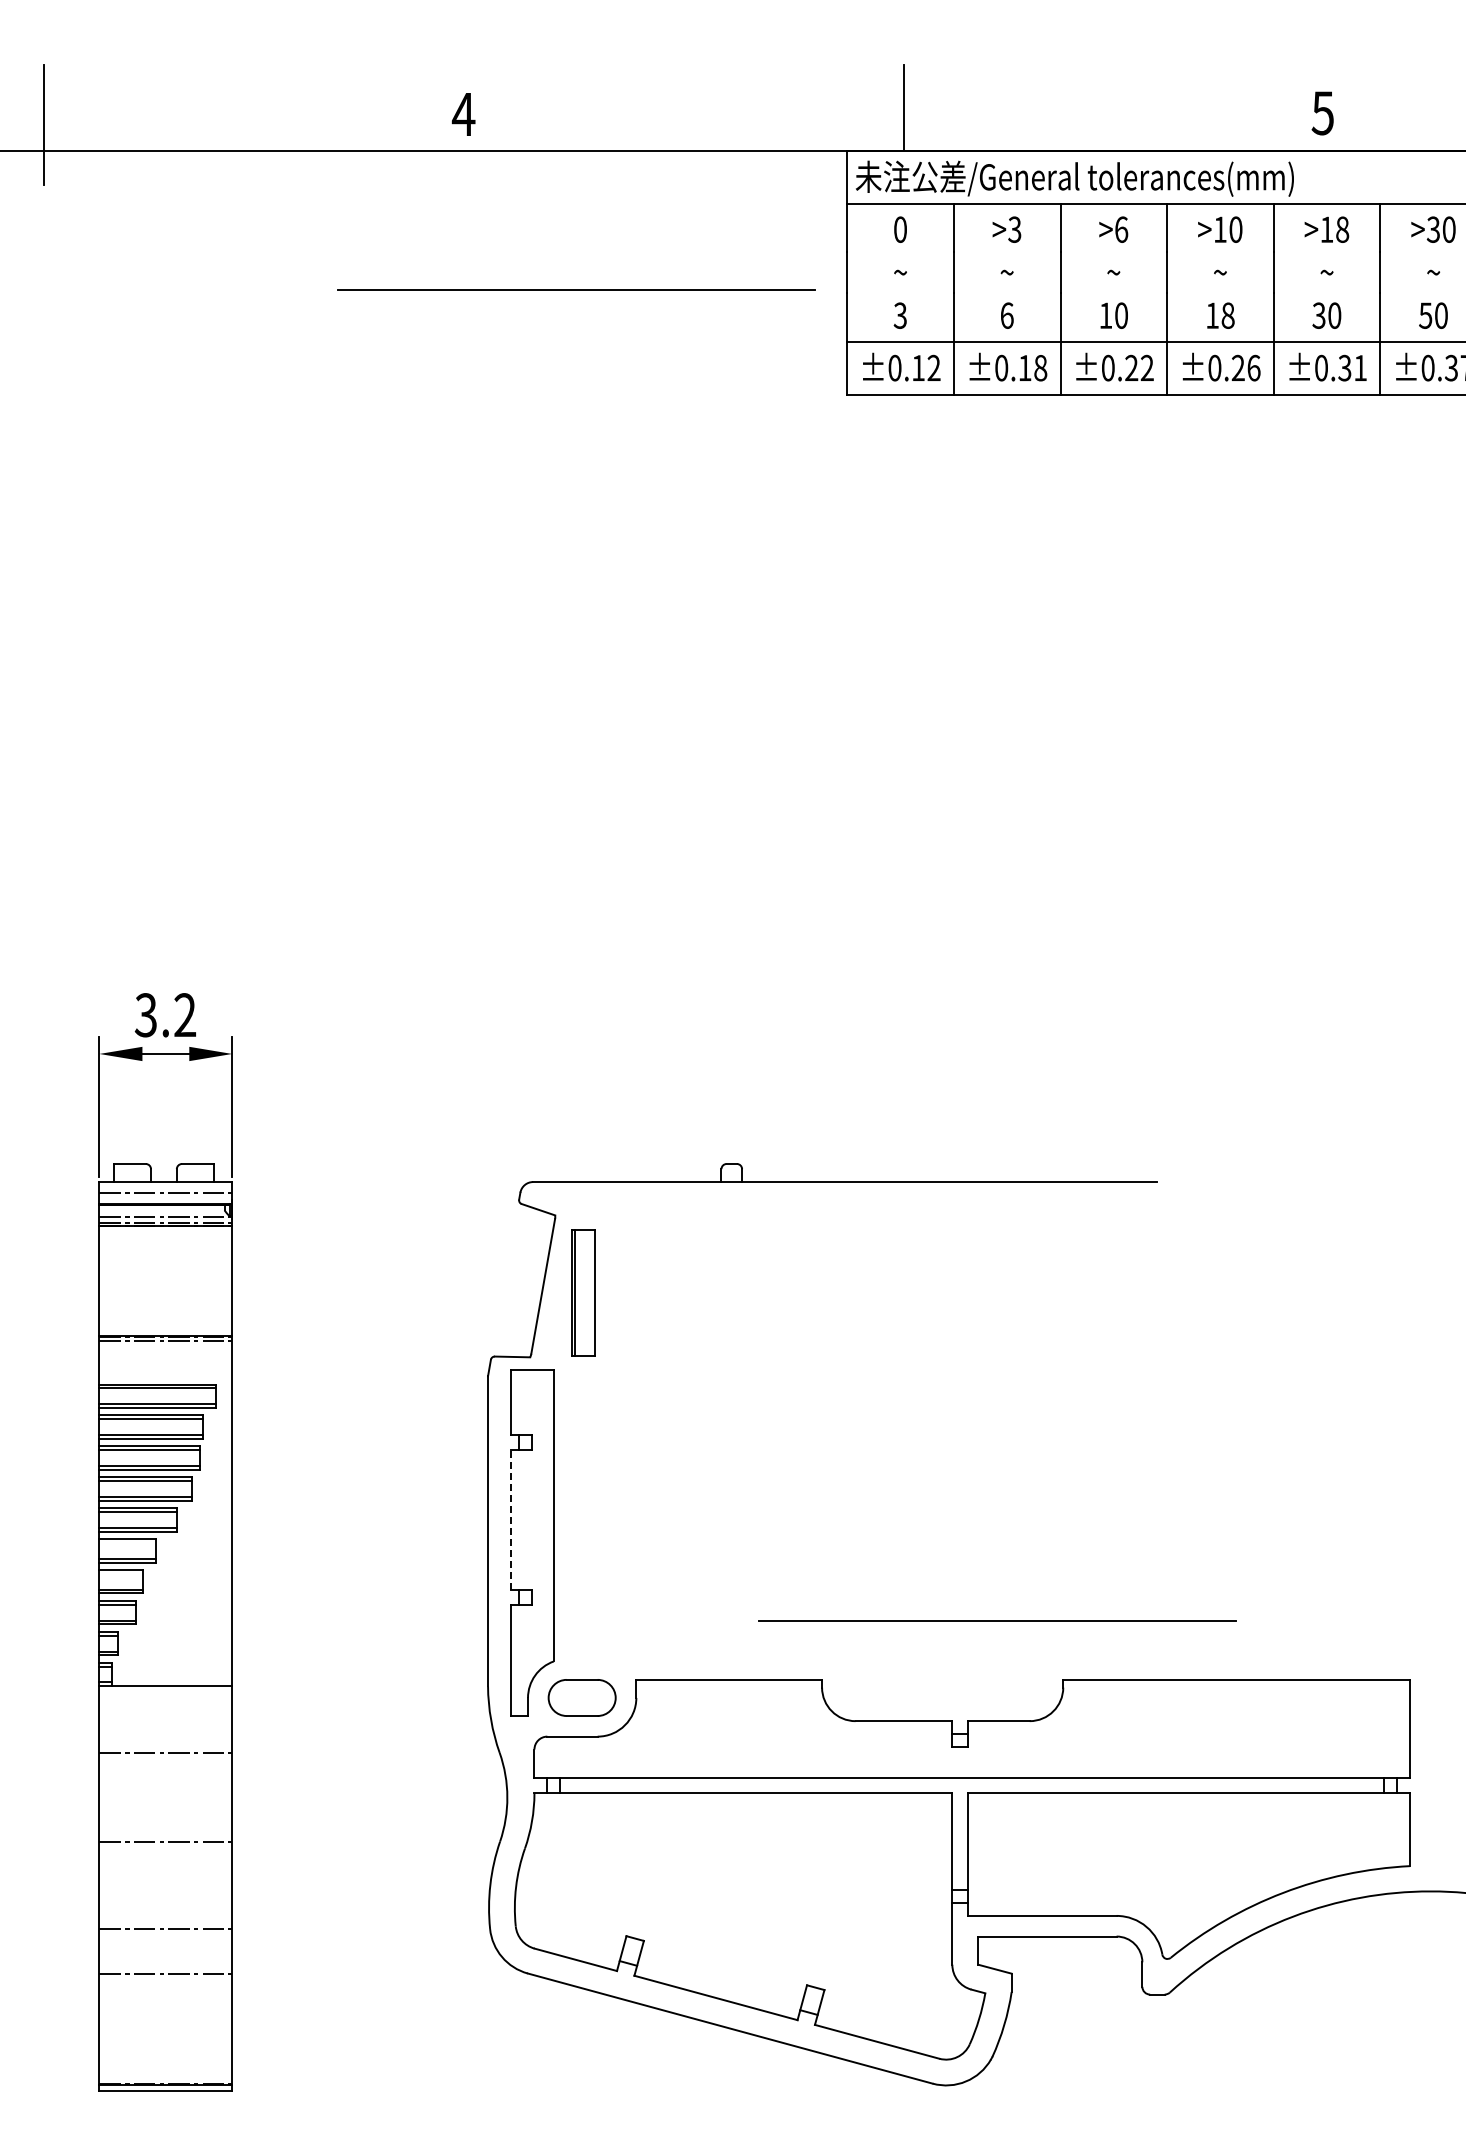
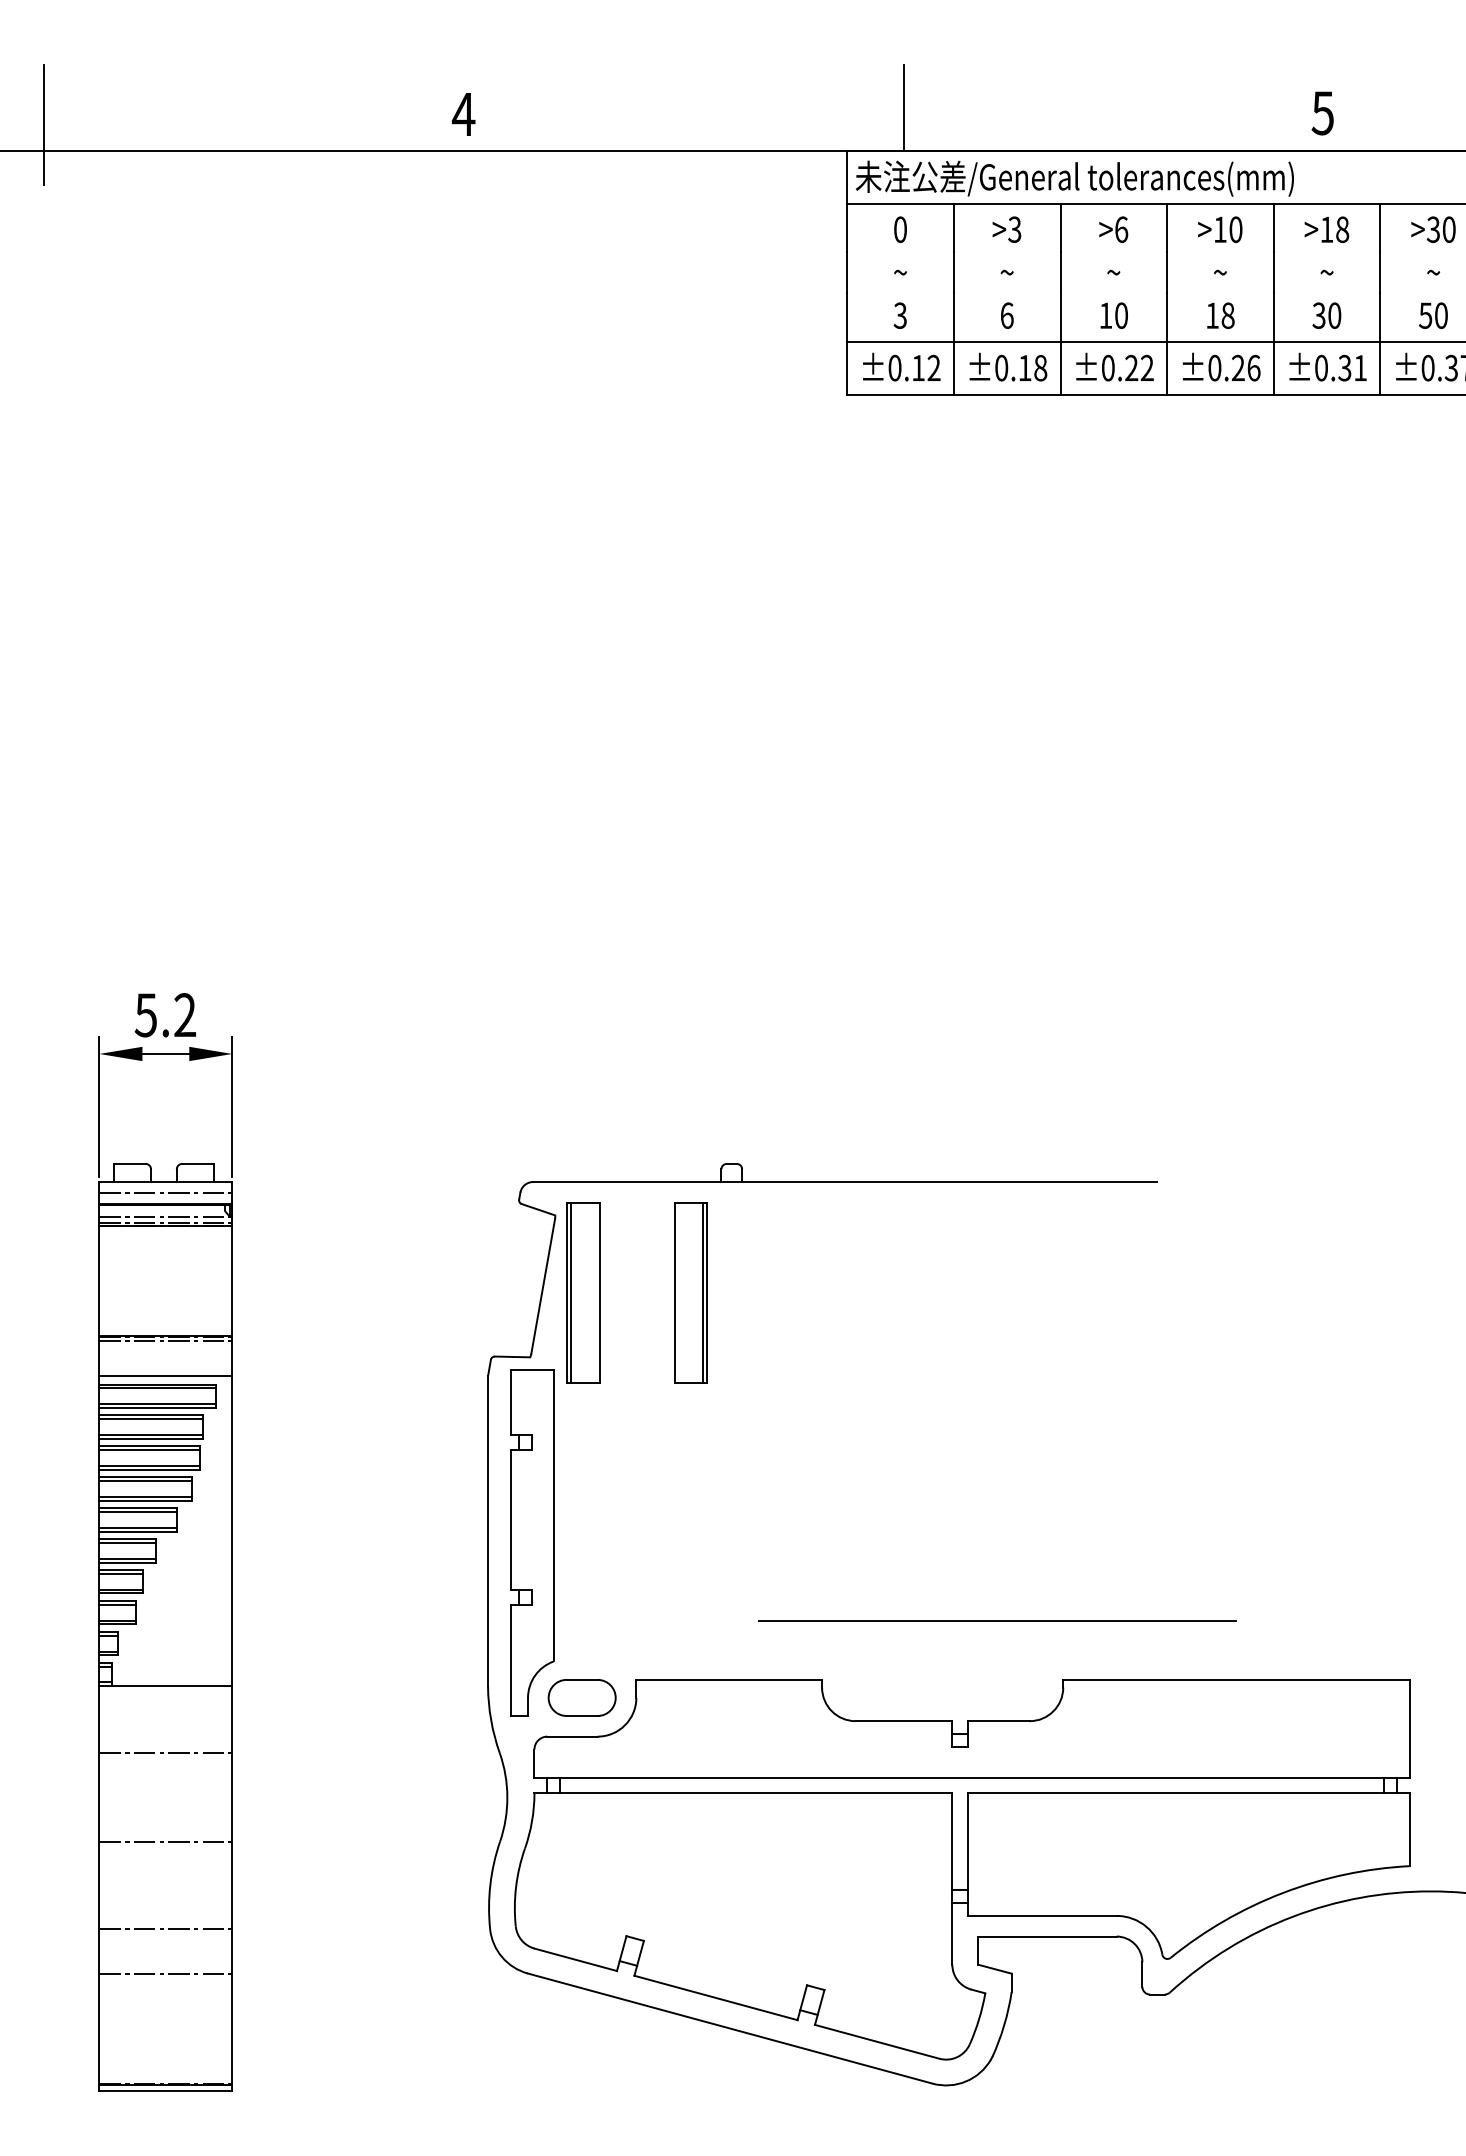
line at (576, 289): present -> none
text at (145, 1014): 3.2 -> 5.2
part at (583, 1292) size: 25x128 px -> 35x182 px
part at (690, 1292): none -> present
line at (165, 1376): none -> present
line at (511, 1519): dashed -> solid
line at (127, 1543): none -> present
line at (121, 1574): none -> present
